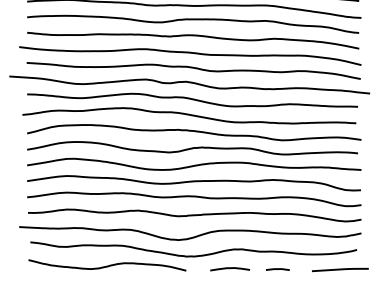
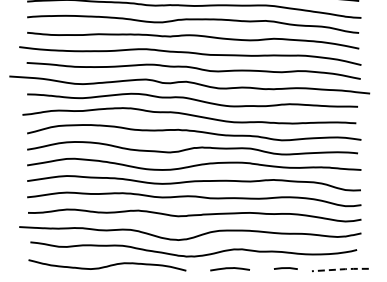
line at (277, 269) position: (277, 269) -> (285, 268)
line at (341, 269): solid -> dashed
